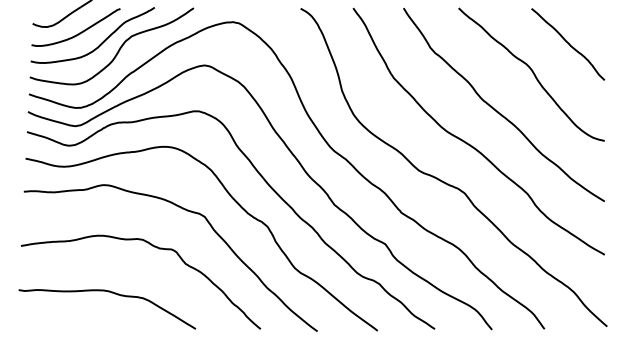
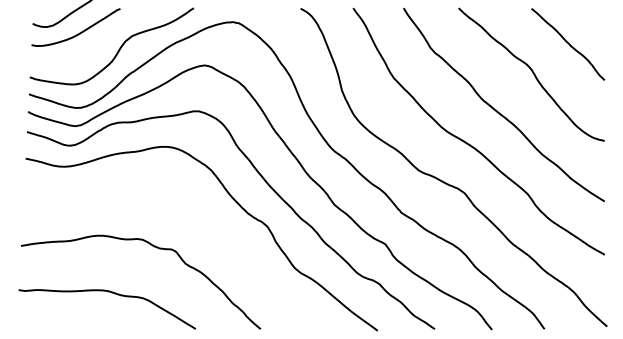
curve at (100, 43): present -> none
curve at (184, 210): present -> none
